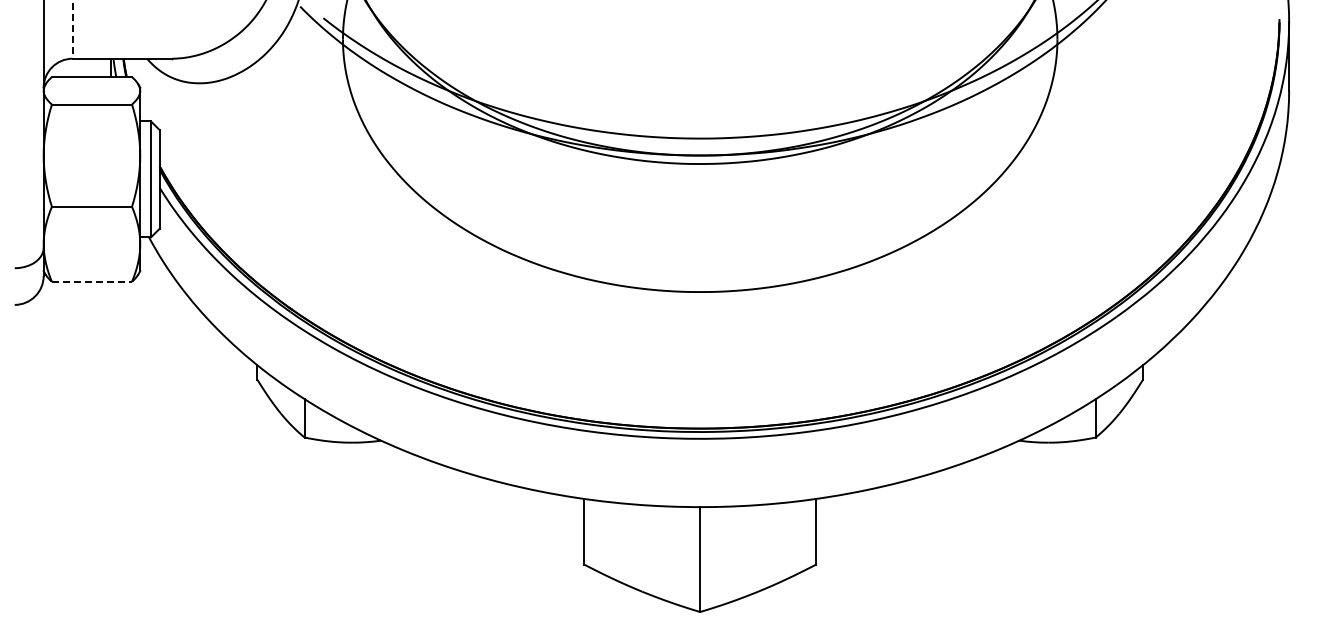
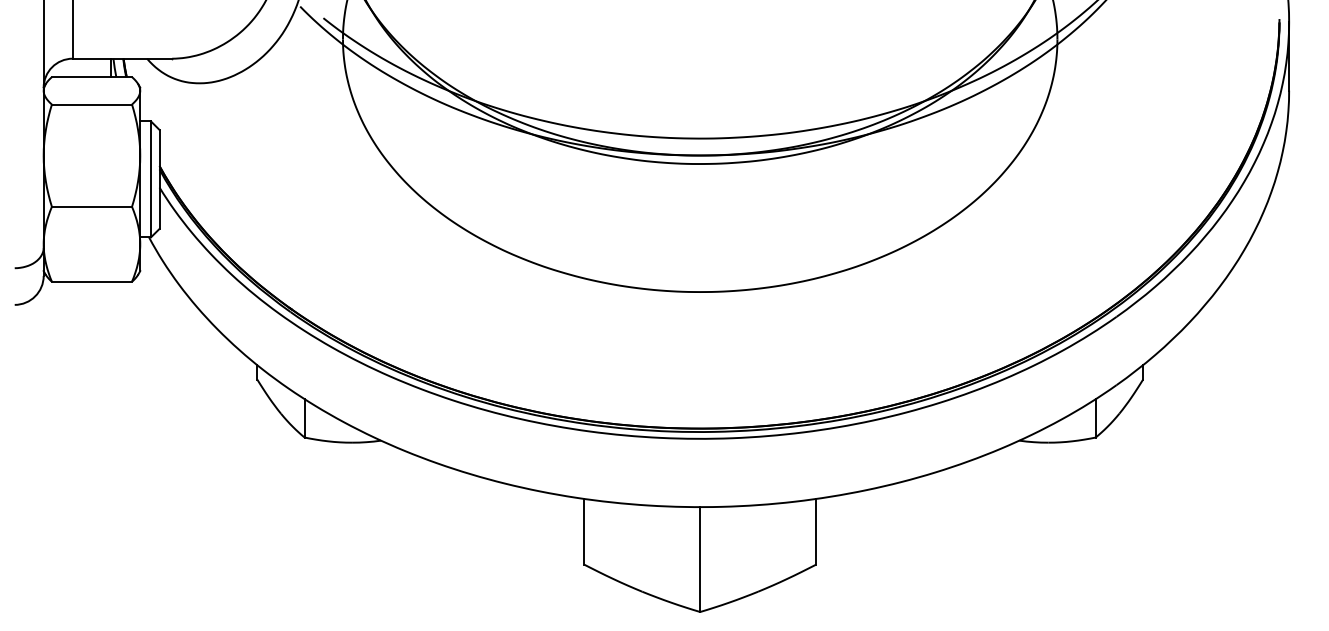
line at (72, 29): dashed -> solid
line at (92, 281): dashed -> solid
